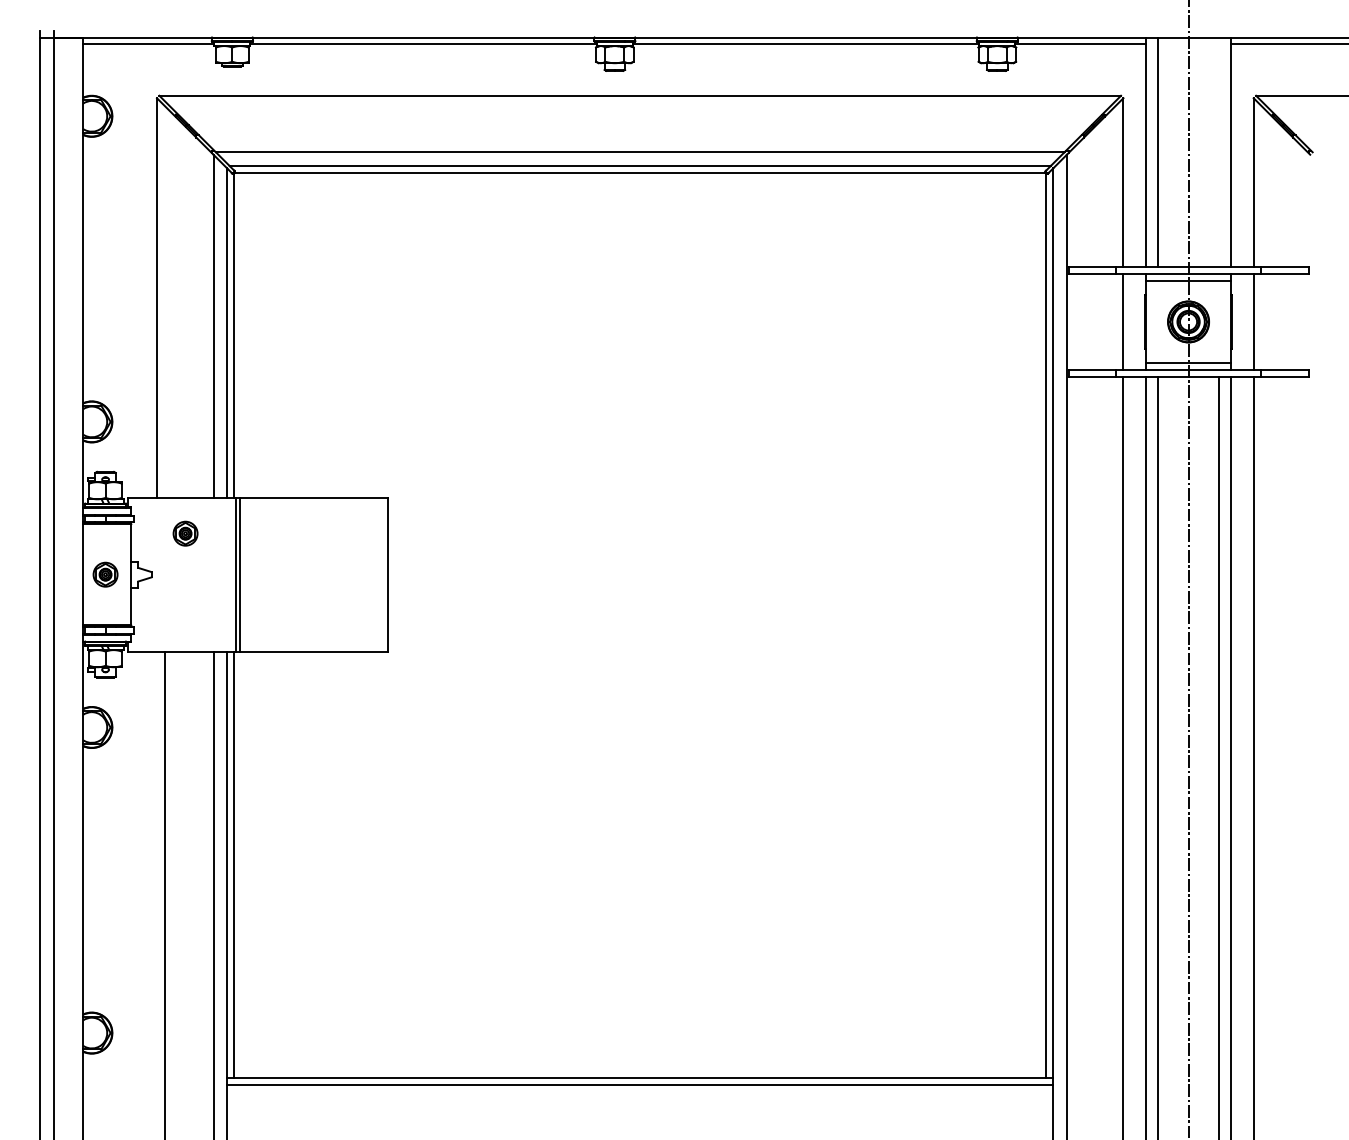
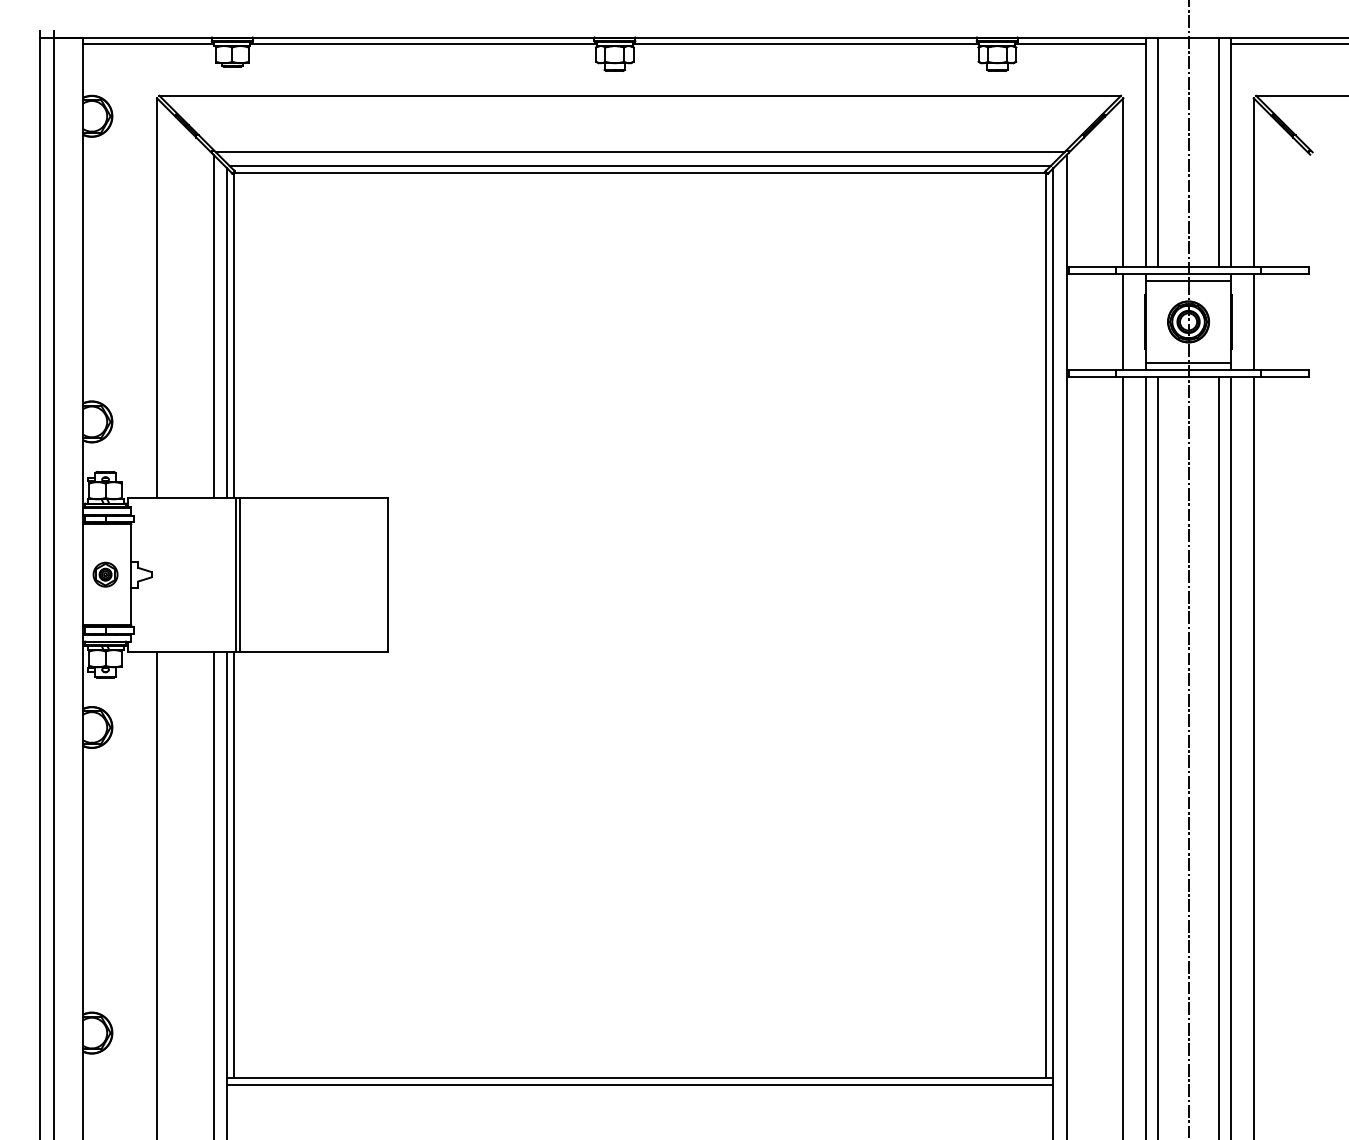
line at (1219, 152): none -> present
part at (185, 533): present -> none
line at (164, 893) position: (164, 893) -> (156, 893)
